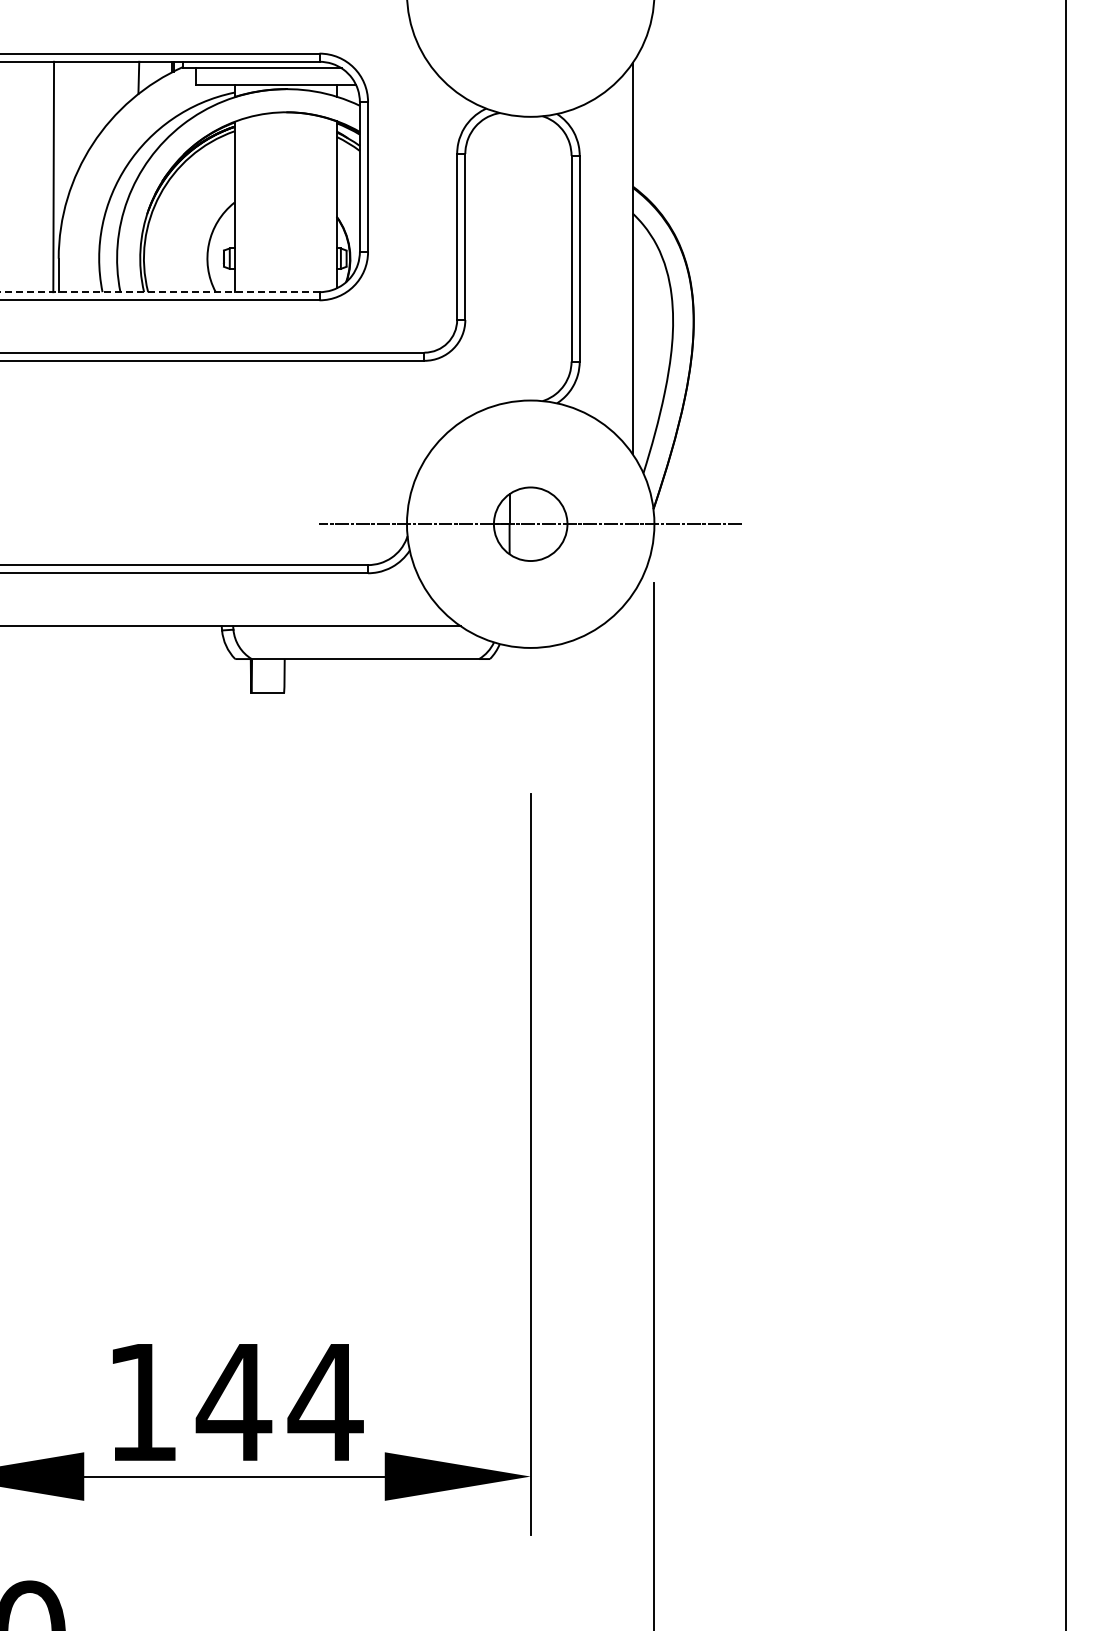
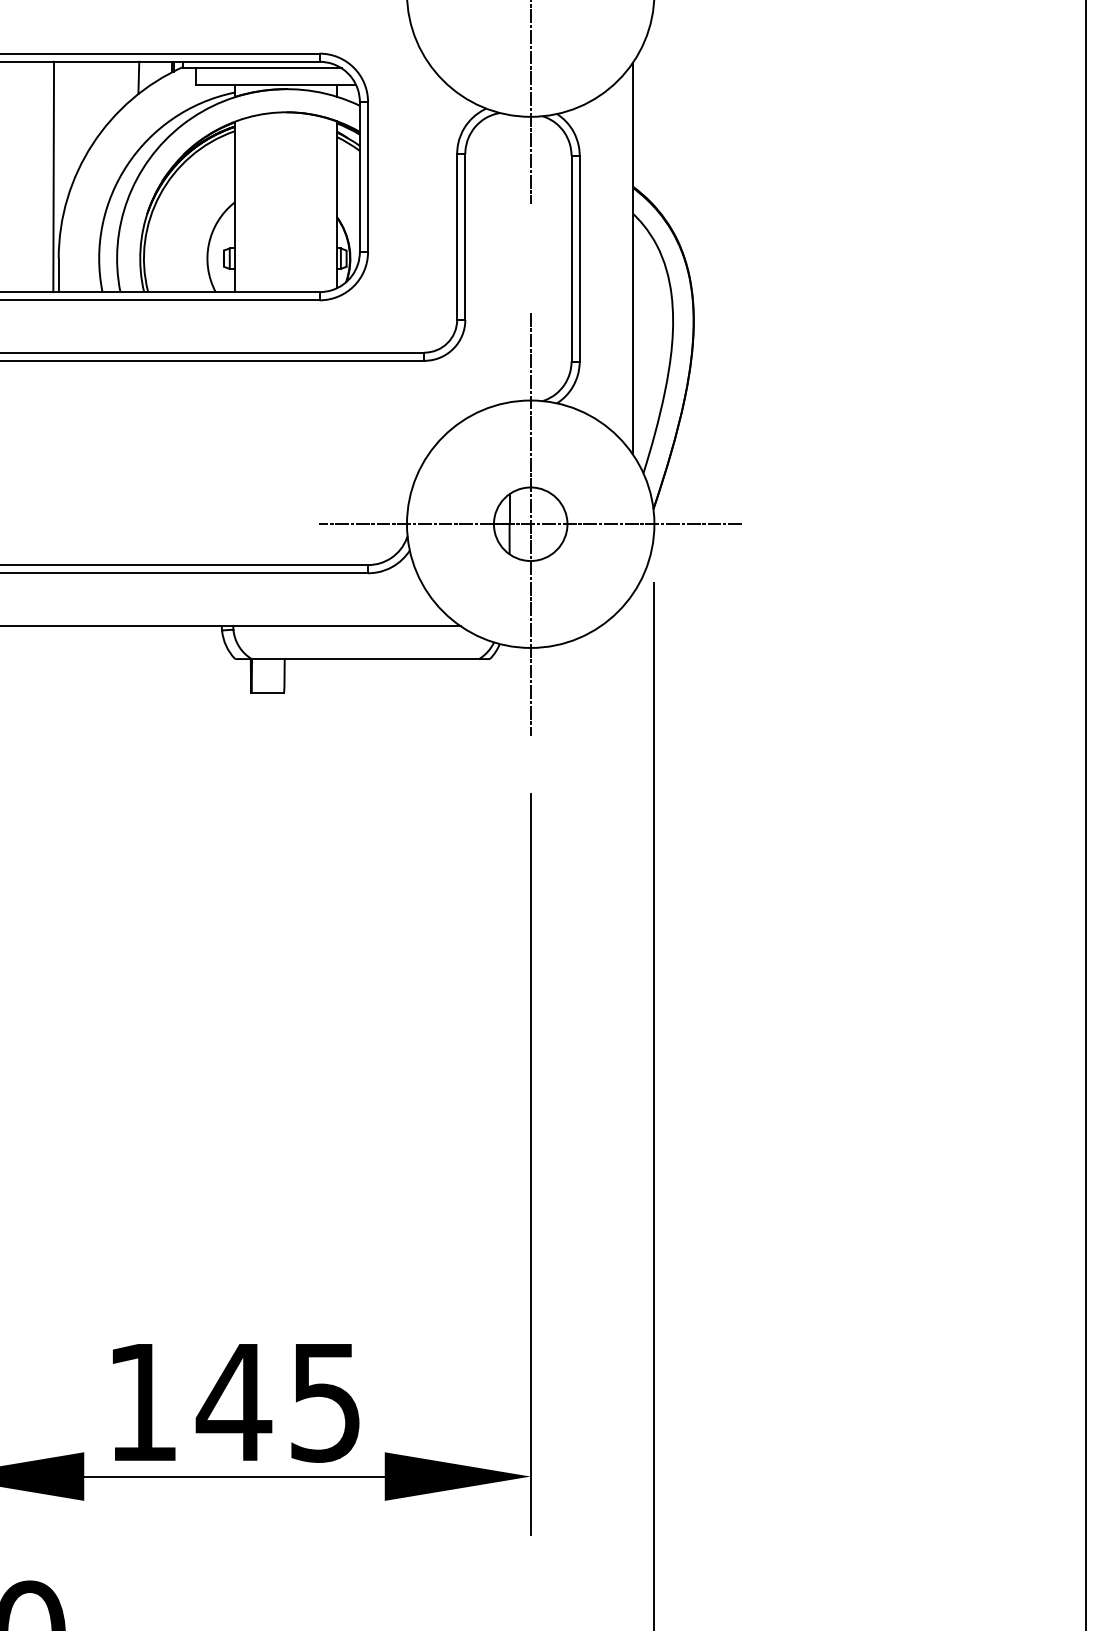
line at (530, 103): none -> present
line at (159, 292): dashed -> solid
line at (530, 523): none -> present
line at (1066, 814) position: (1066, 814) -> (1086, 814)
text at (325, 1403): 144 -> 145
